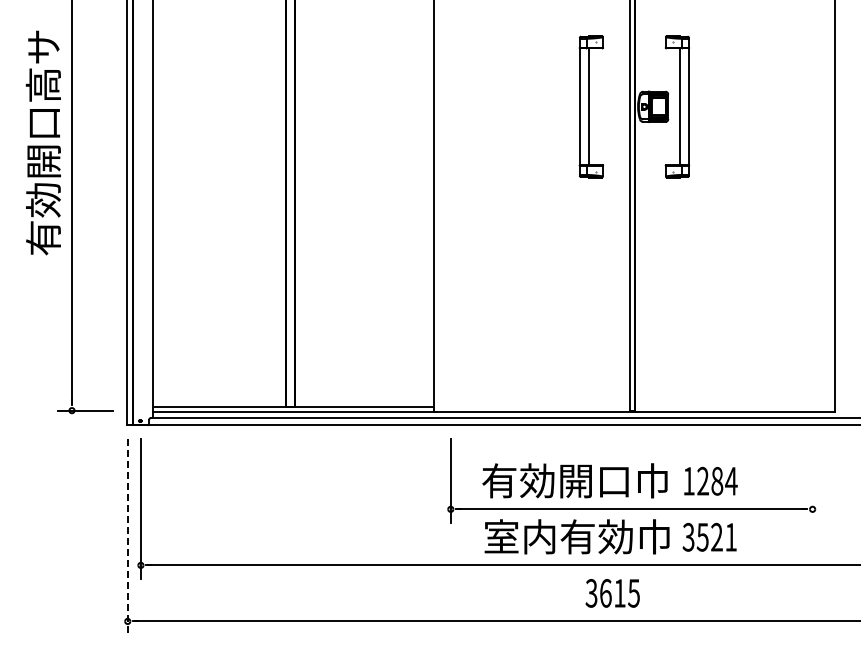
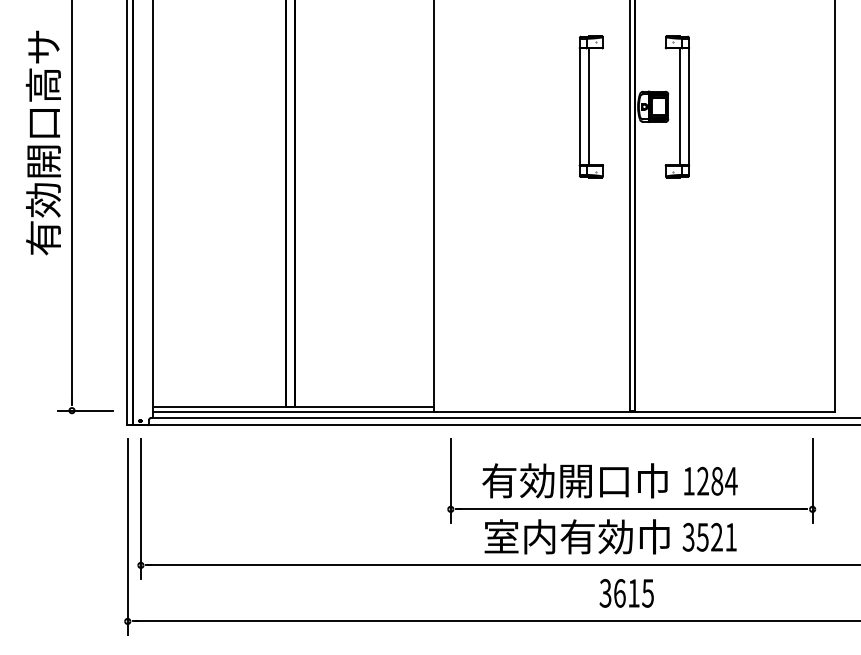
line at (812, 481): none -> present
line at (127, 537): dashed -> solid
text at (612, 593) position: (612, 593) -> (626, 593)
